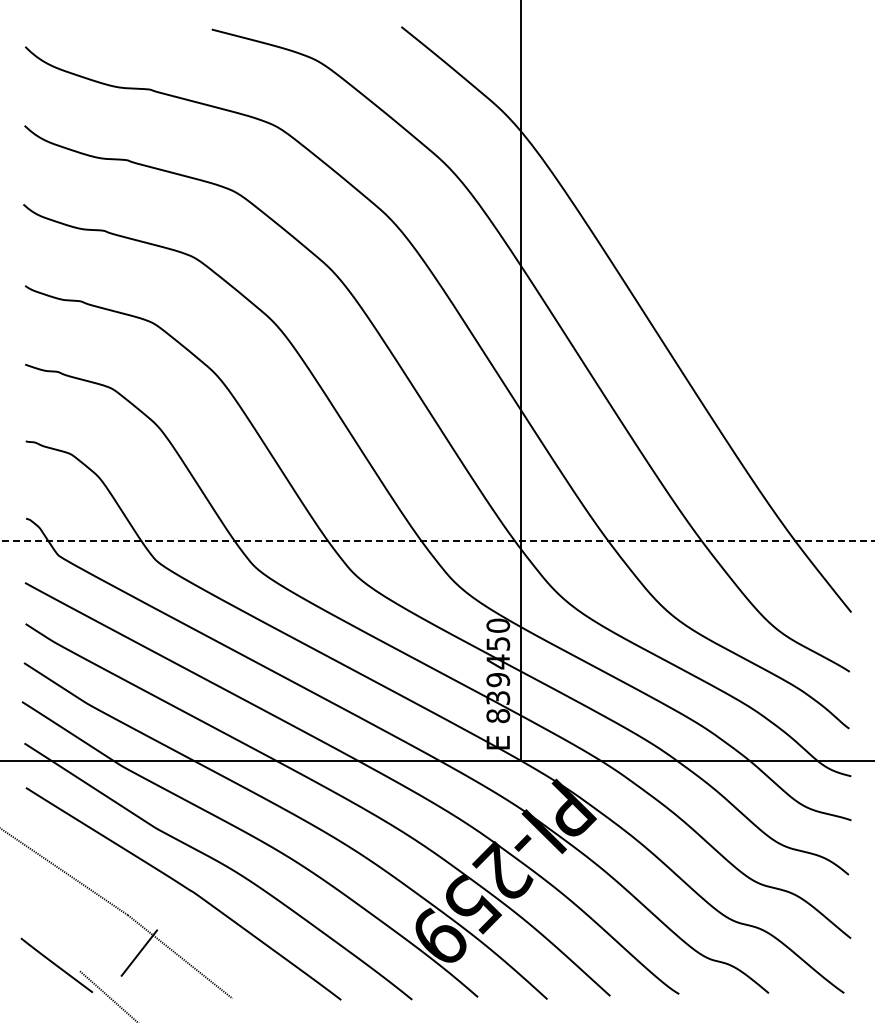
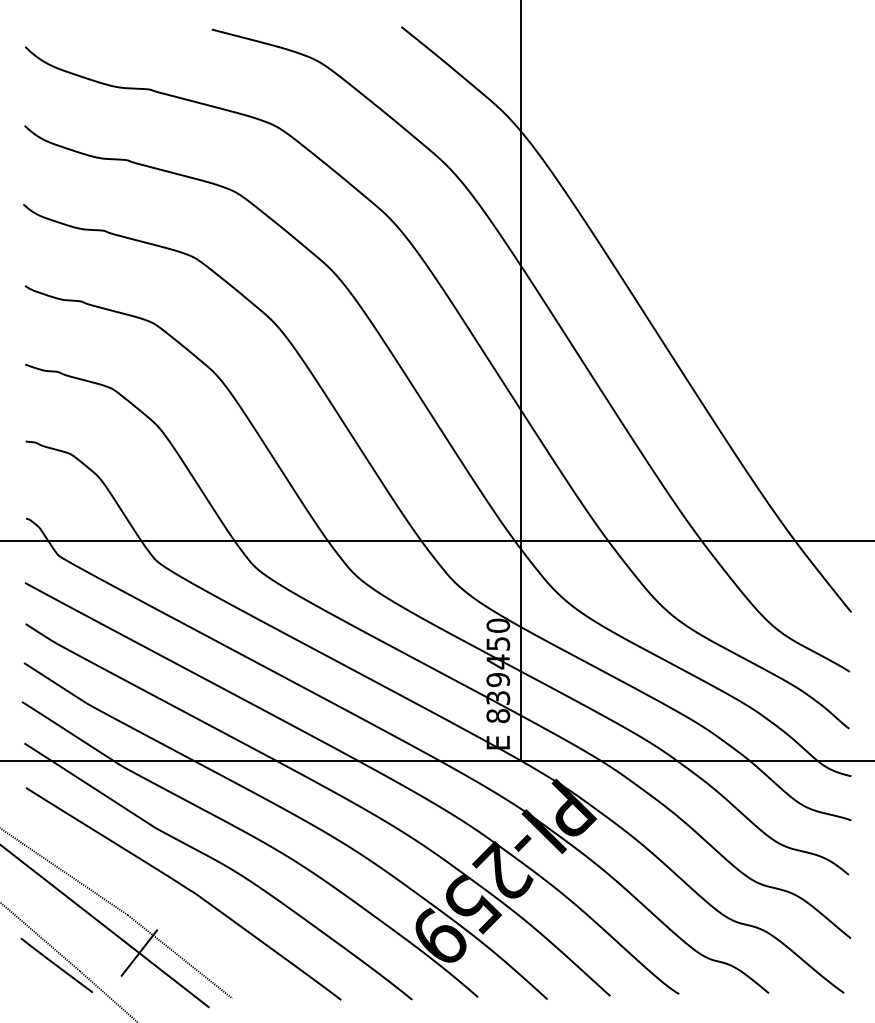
line at (437, 540): dashed -> solid
line at (105, 926): none -> present
line at (40, 937): none -> present
